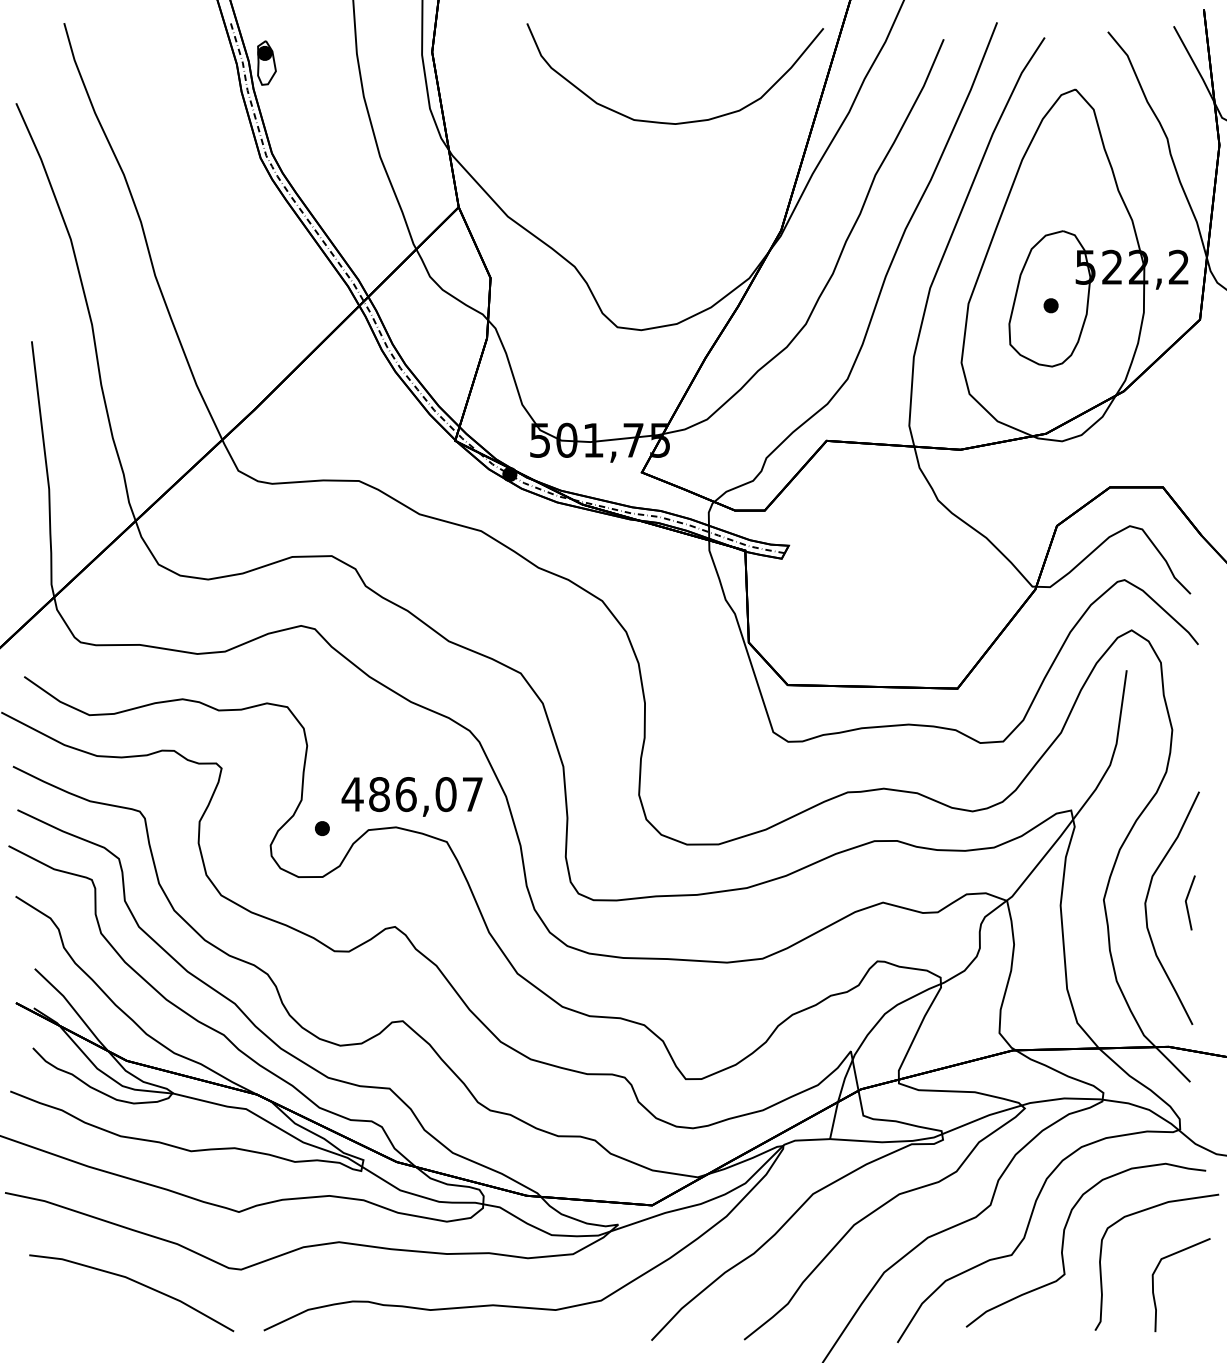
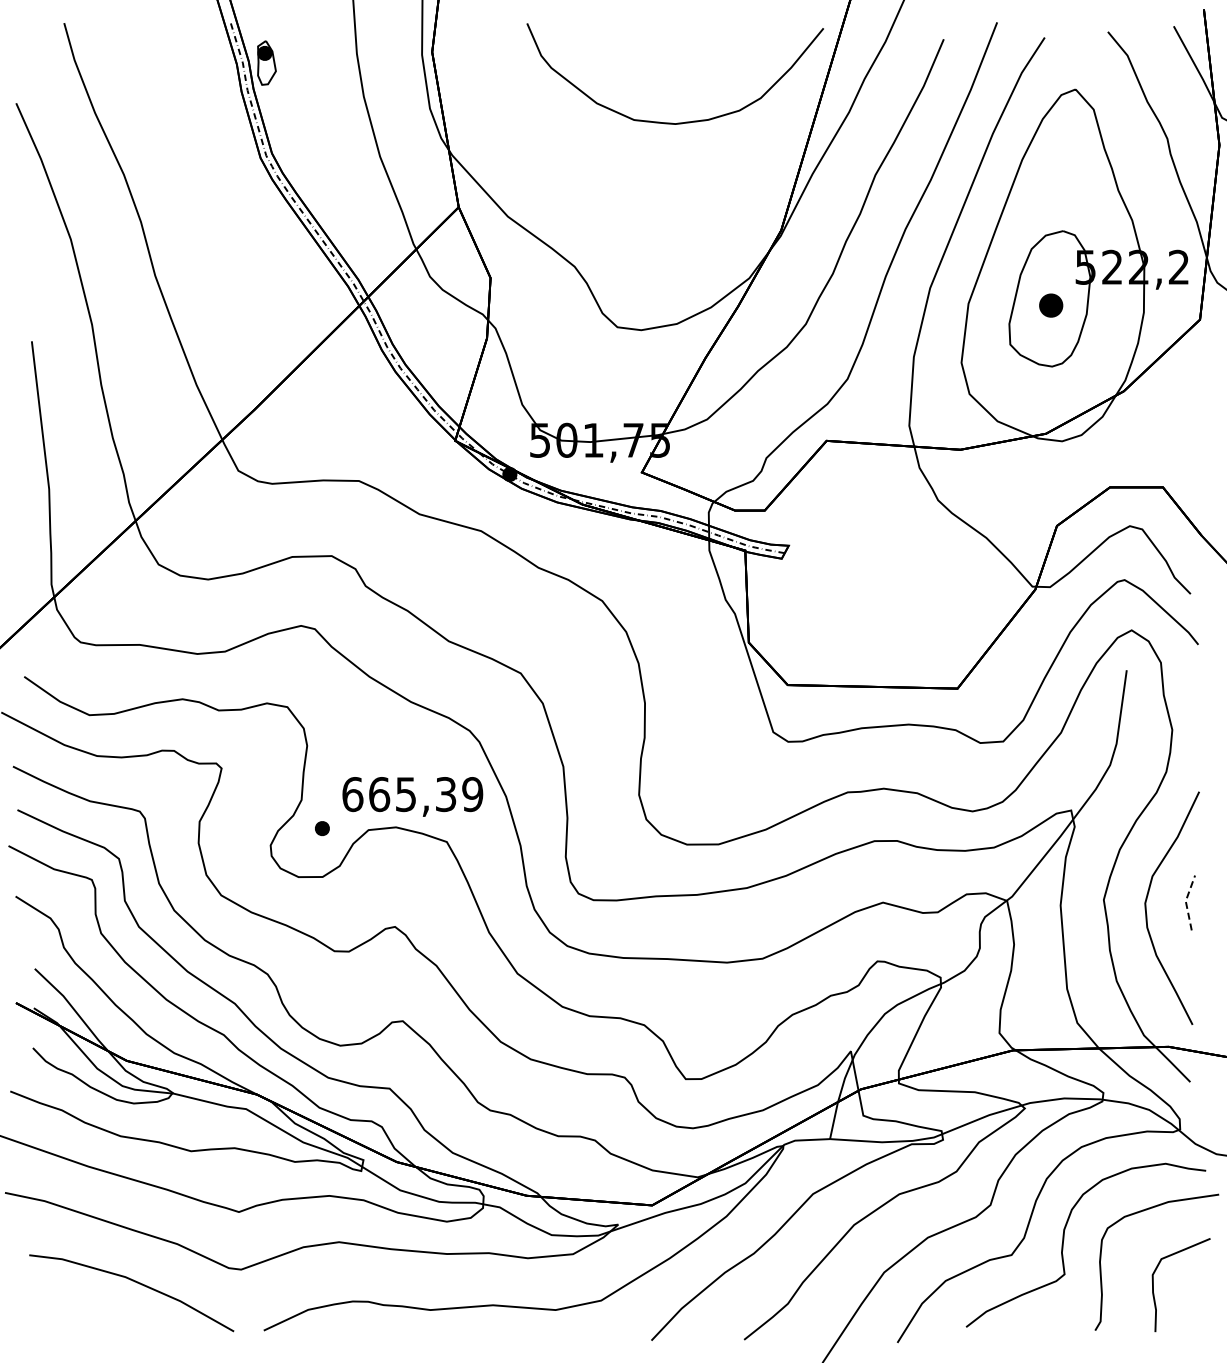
part at (1050, 305) size: 16x16 px -> 25x25 px
text at (412, 794): 486,07 -> 665,39
line at (1185, 901): solid -> dashed
